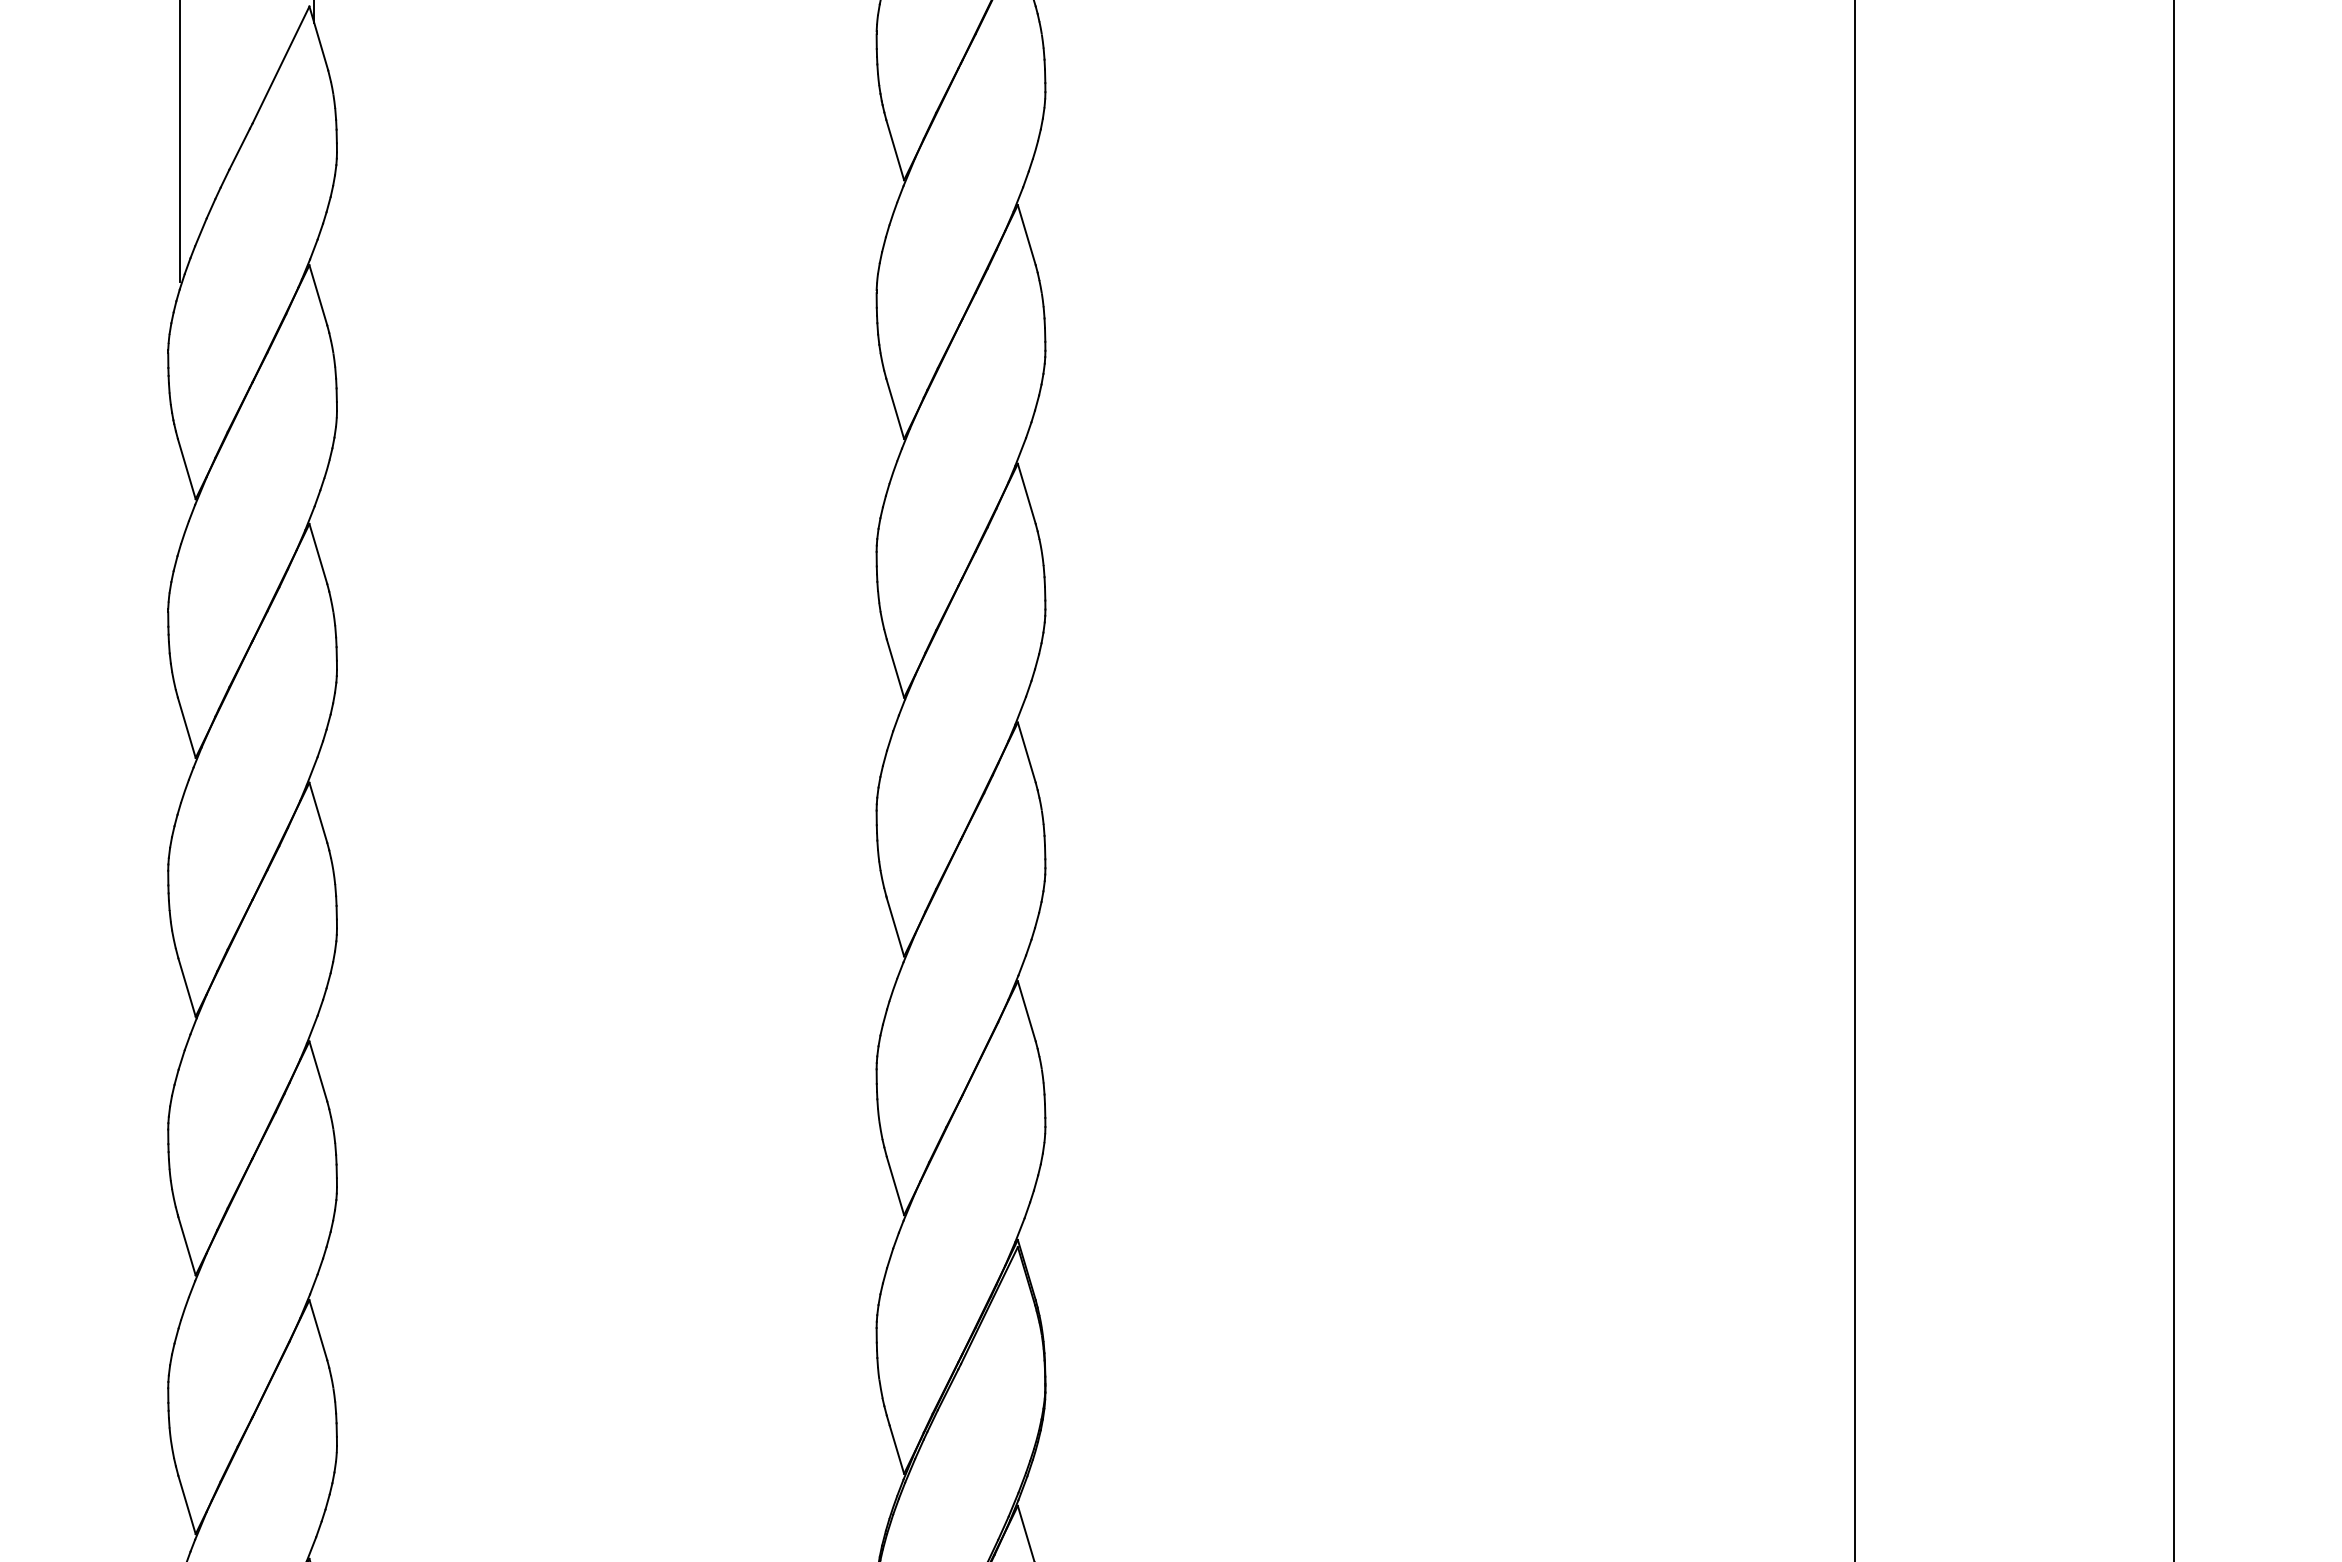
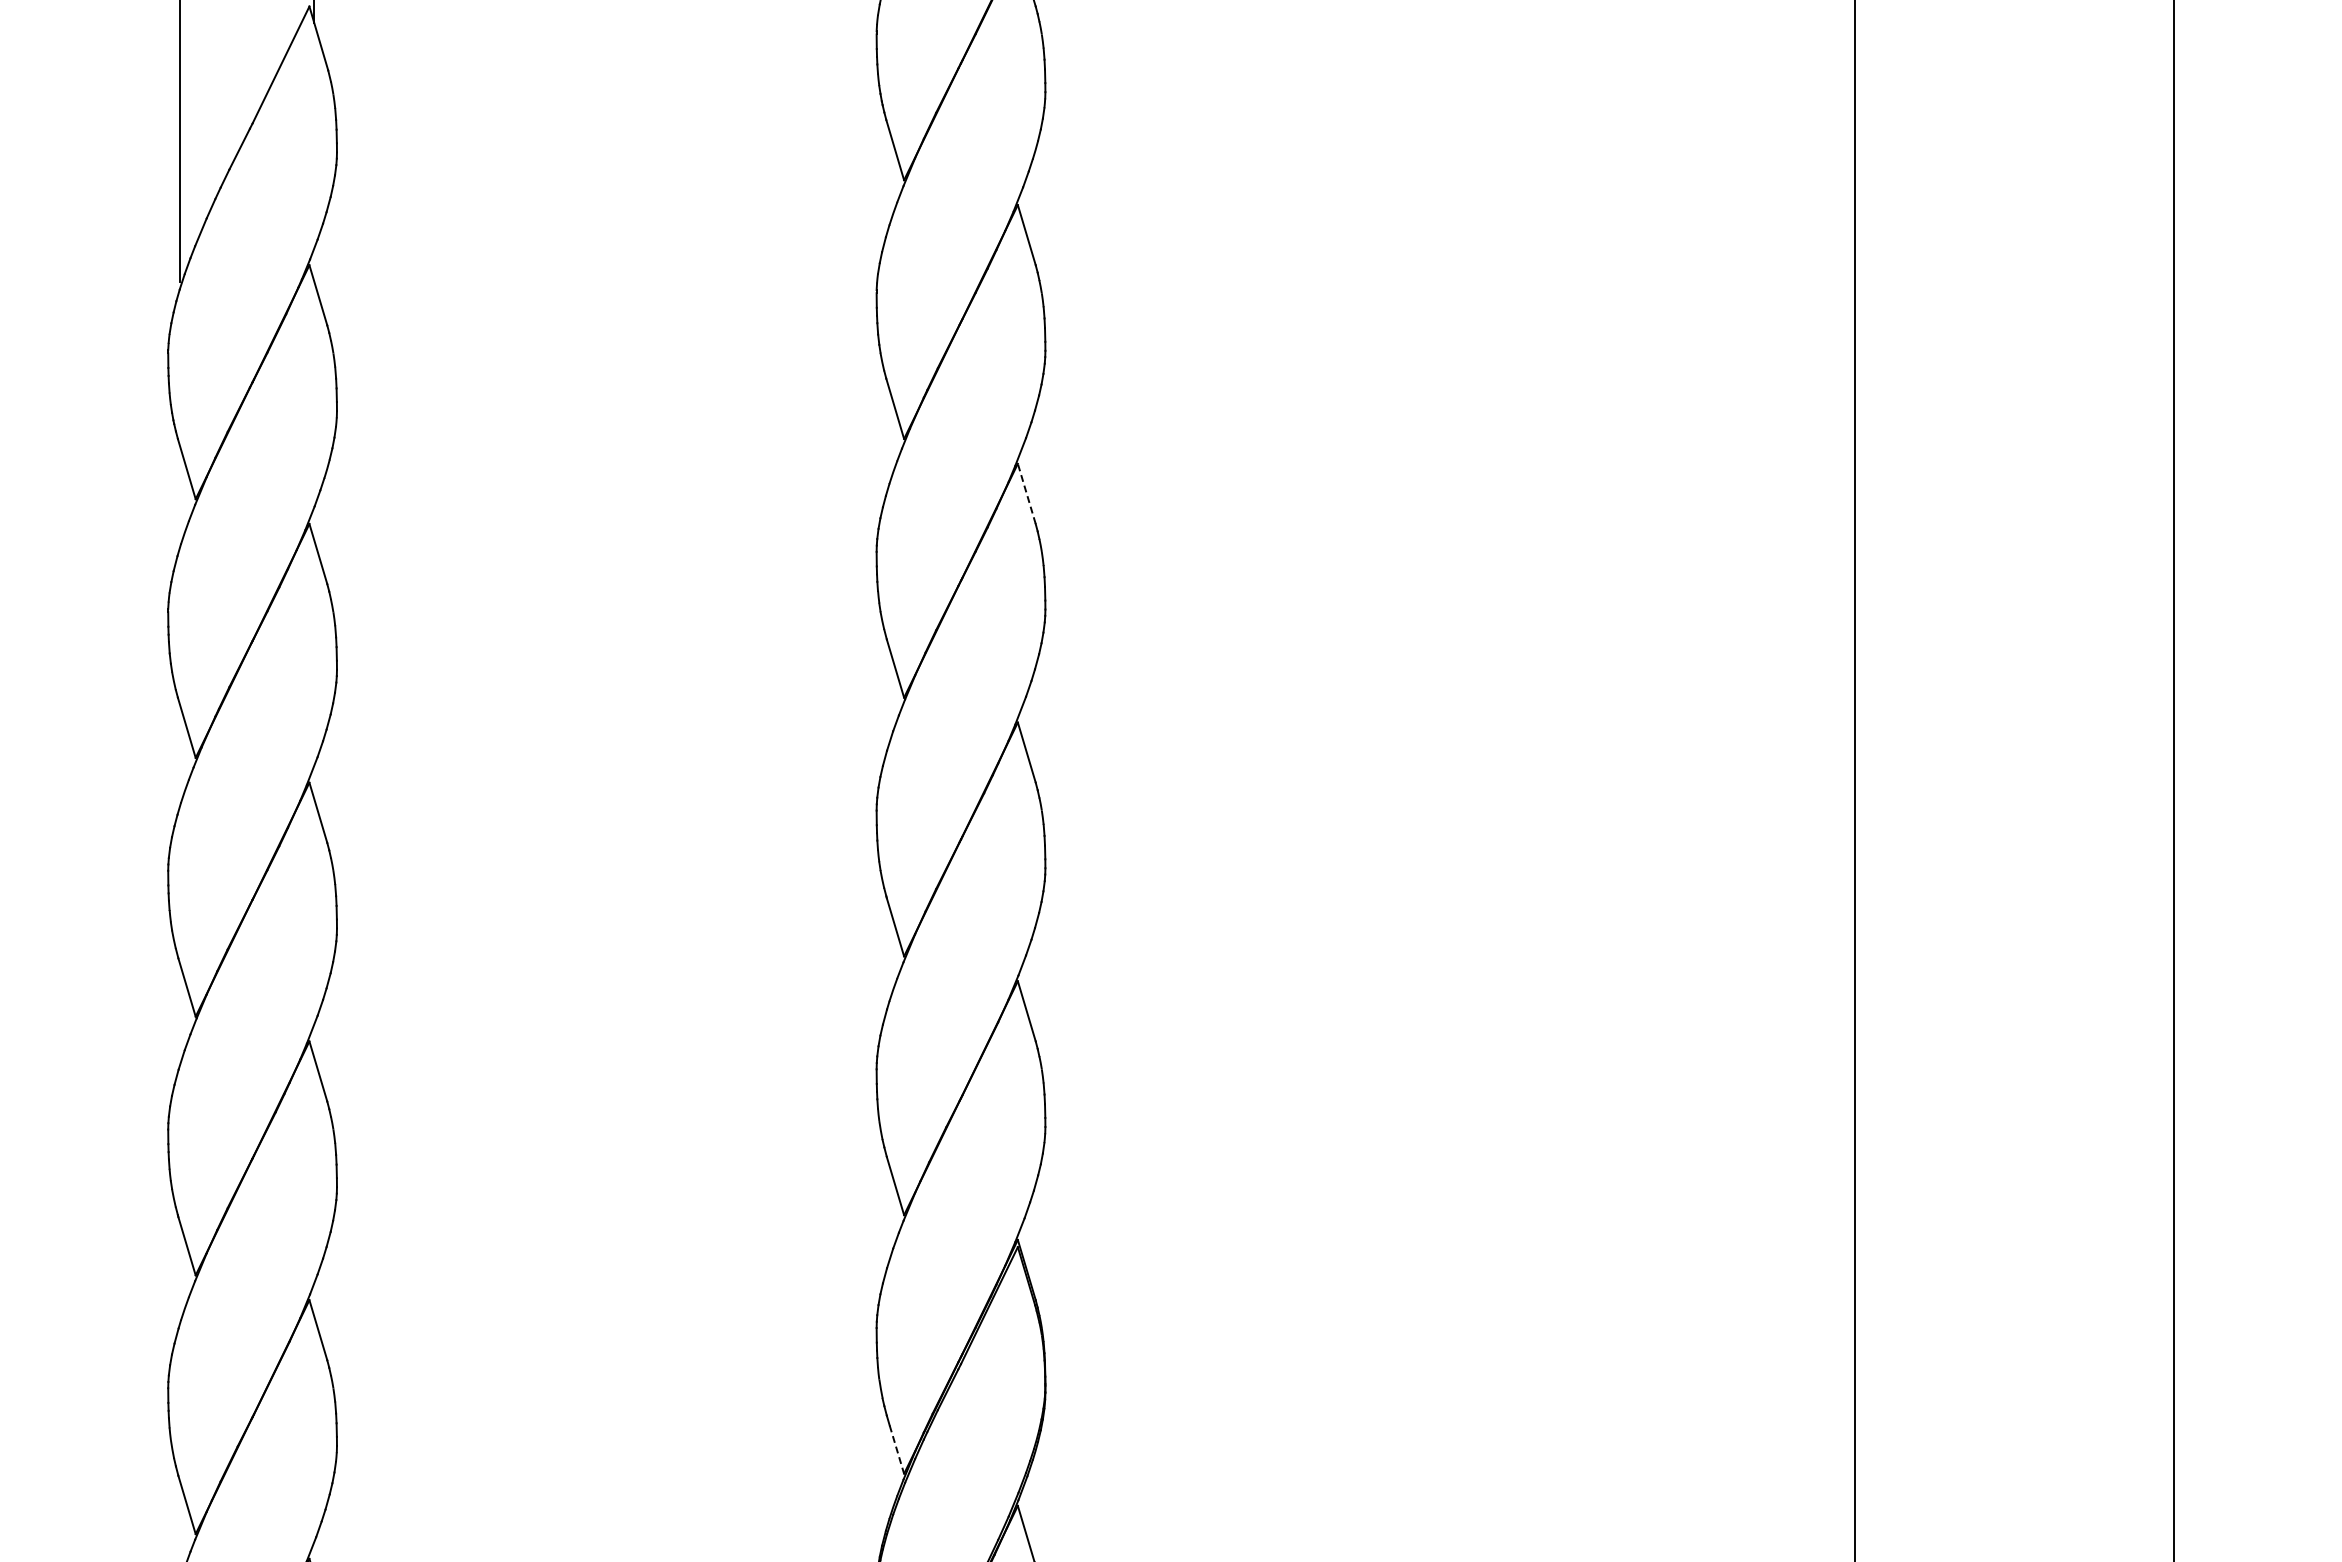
line at (1026, 493): solid -> dashed
line at (897, 1450): solid -> dashed
